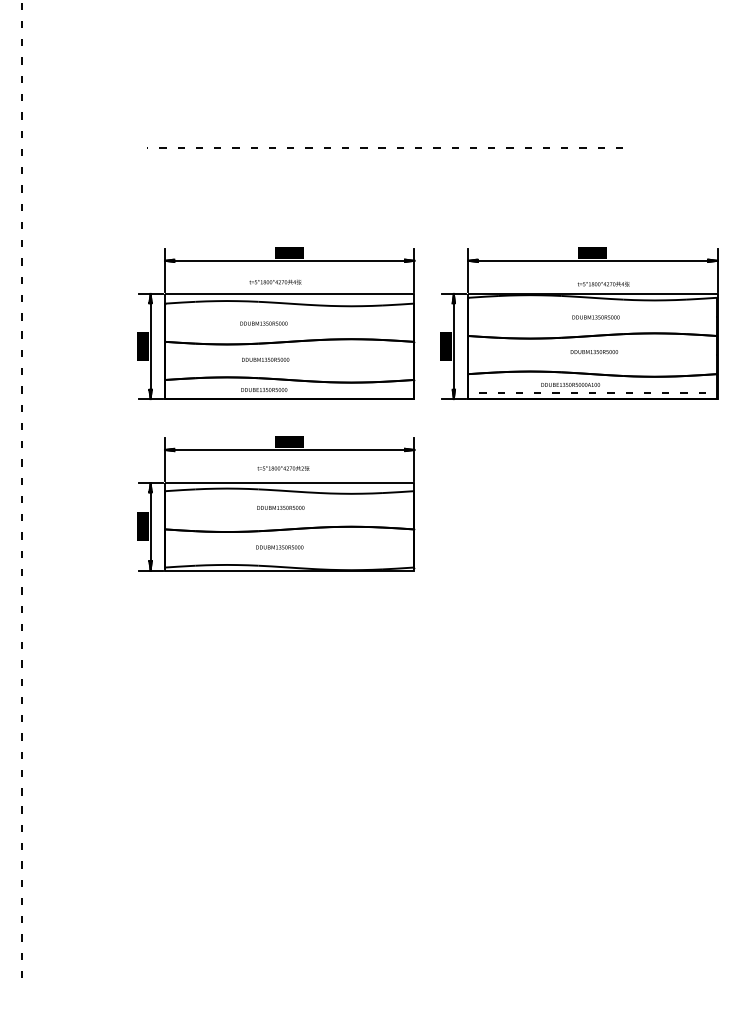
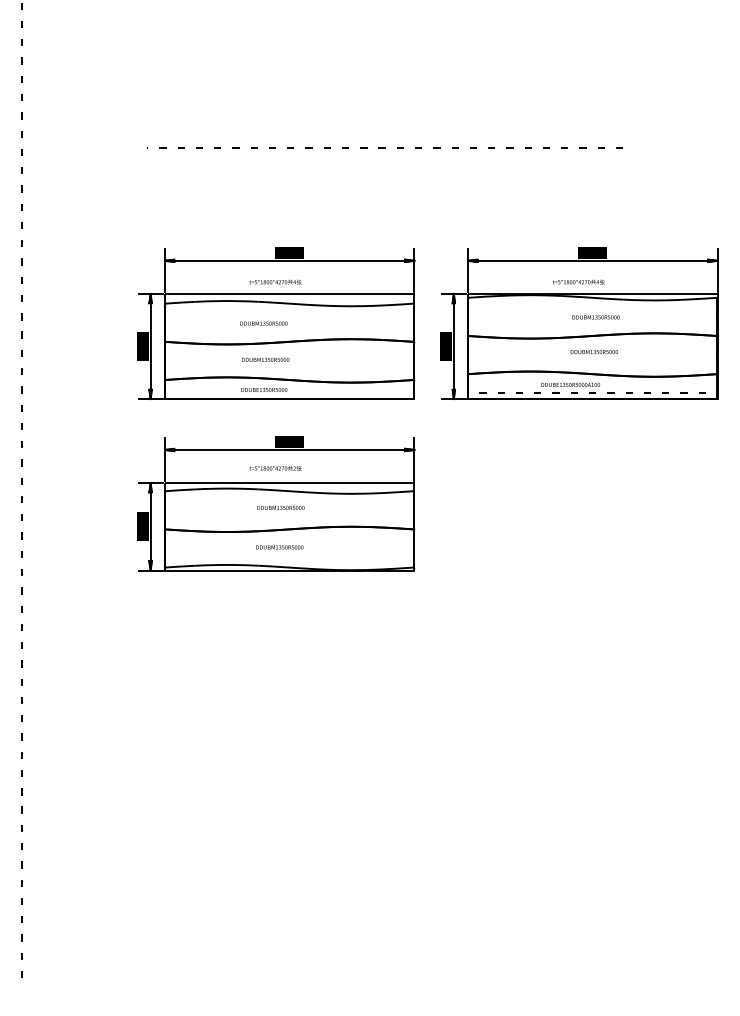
text at (603, 283) position: (603, 283) -> (578, 281)
text at (283, 468) position: (283, 468) -> (275, 468)
